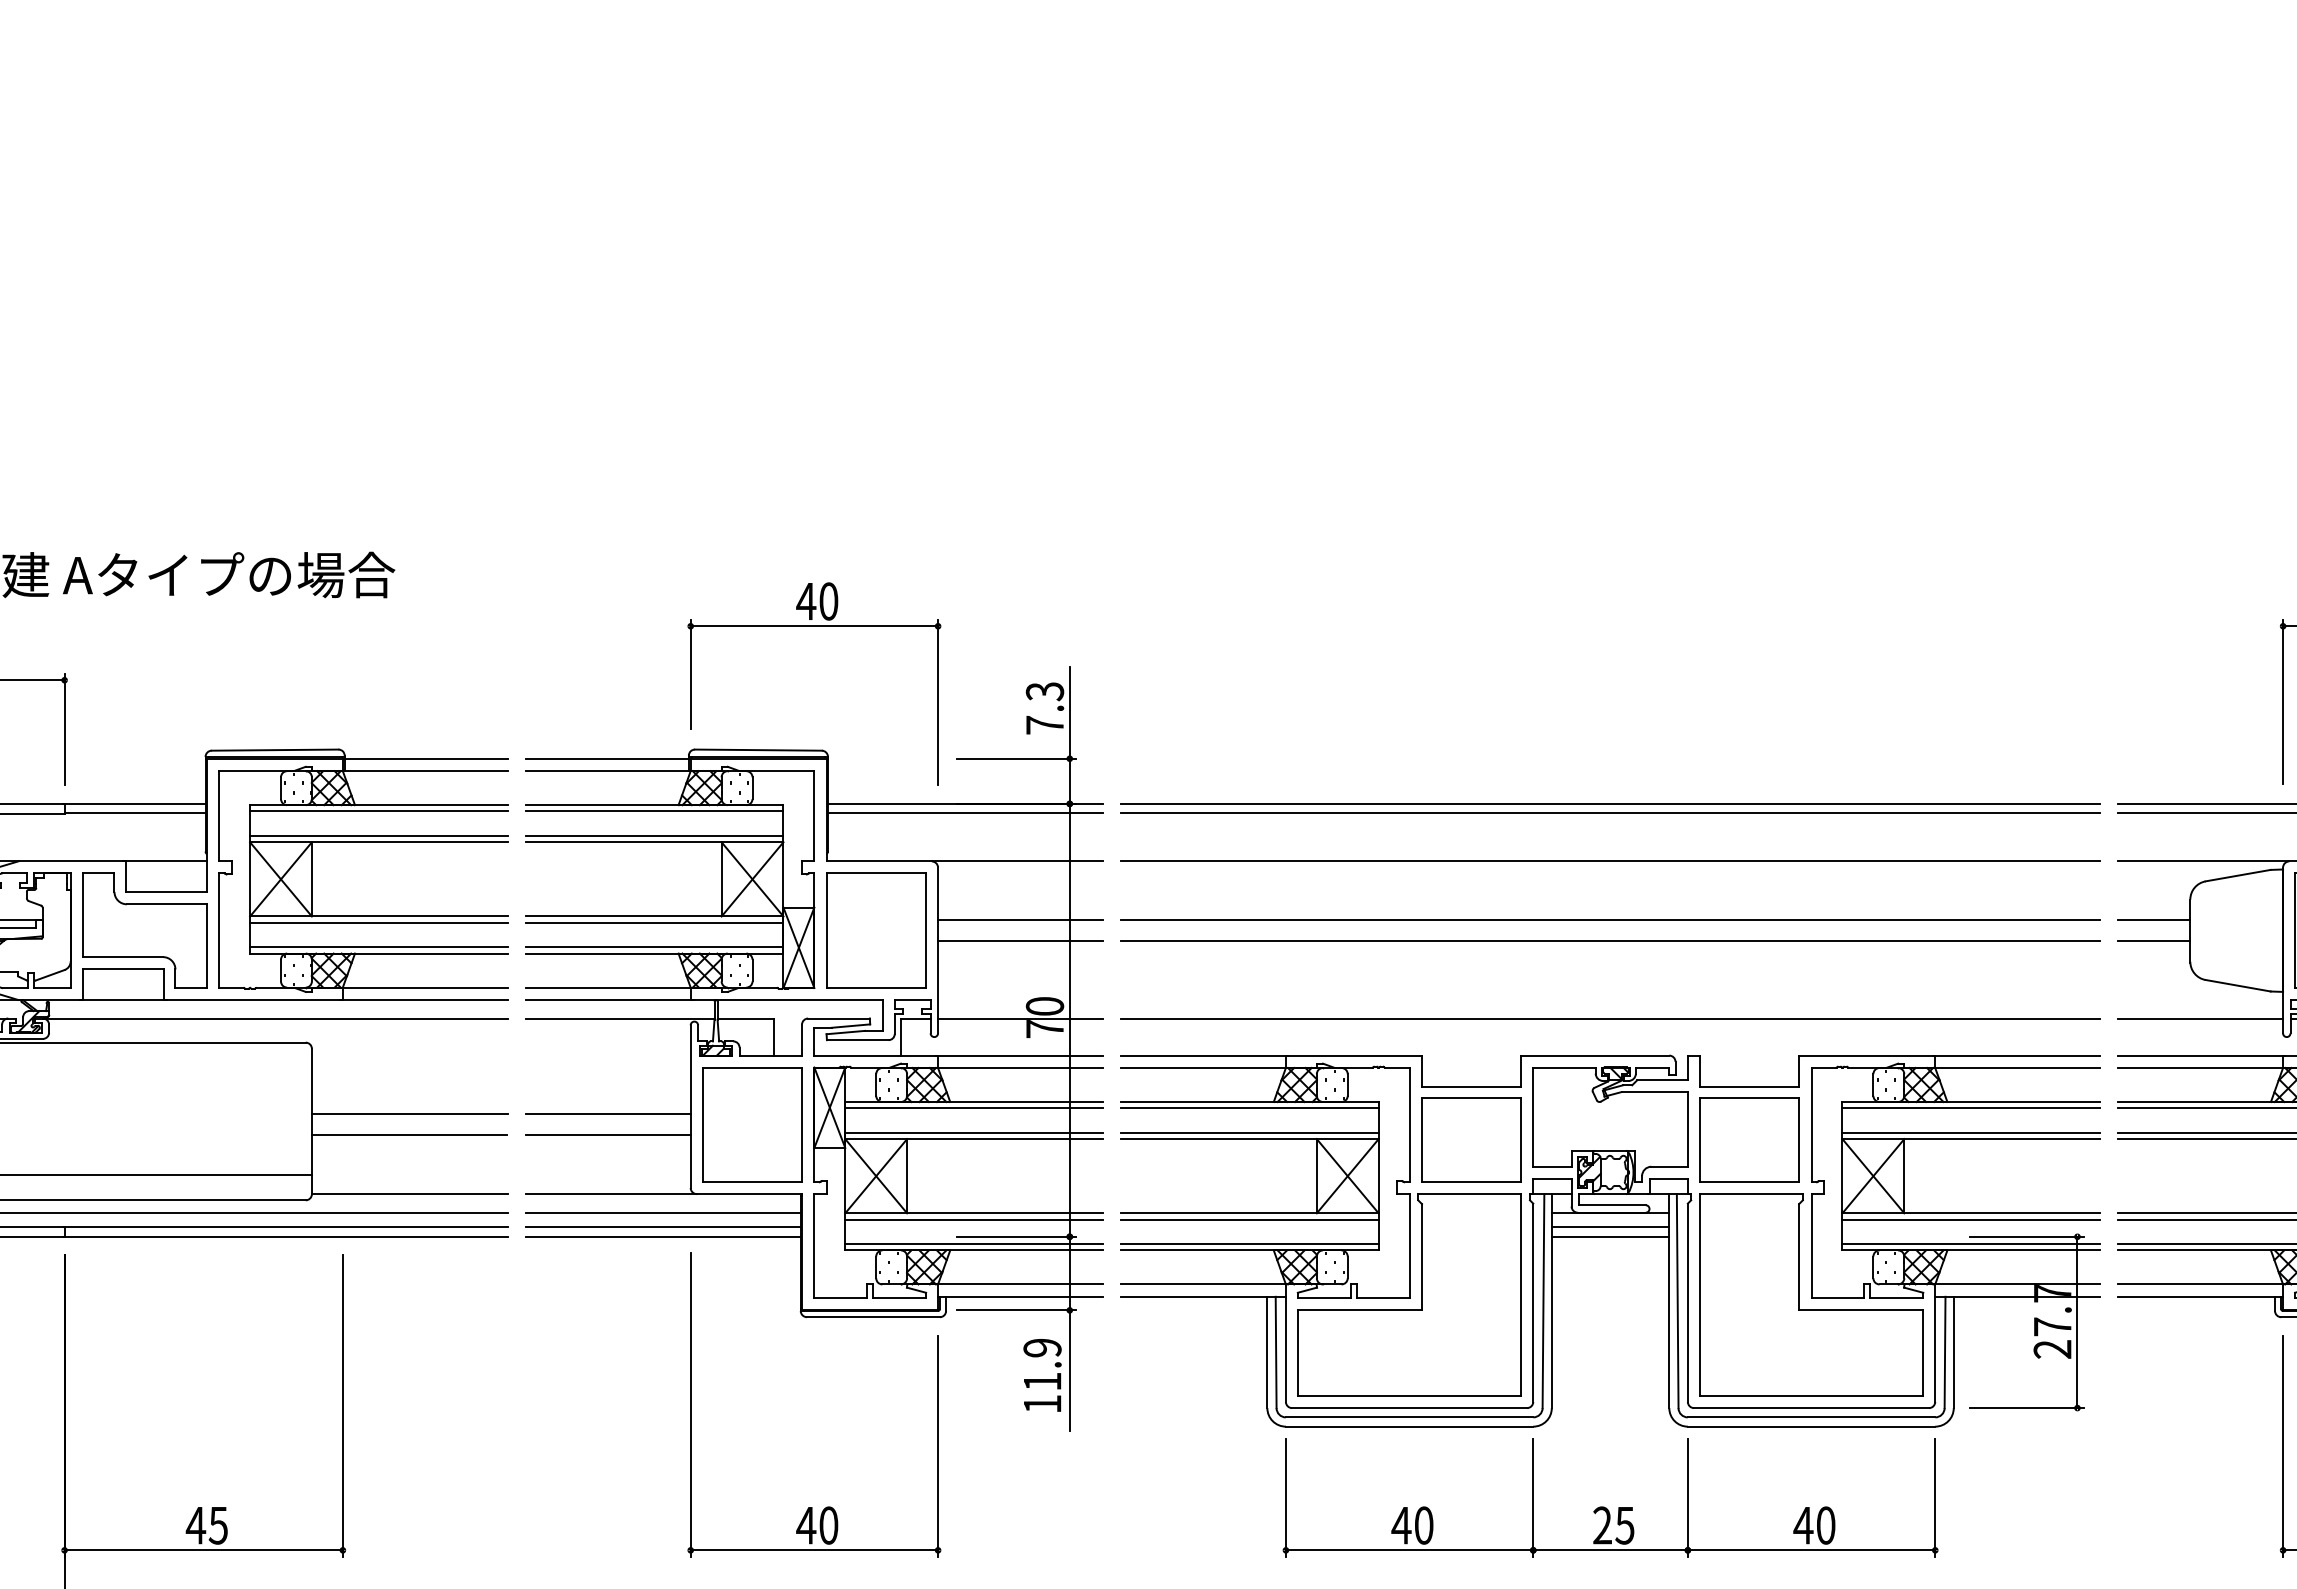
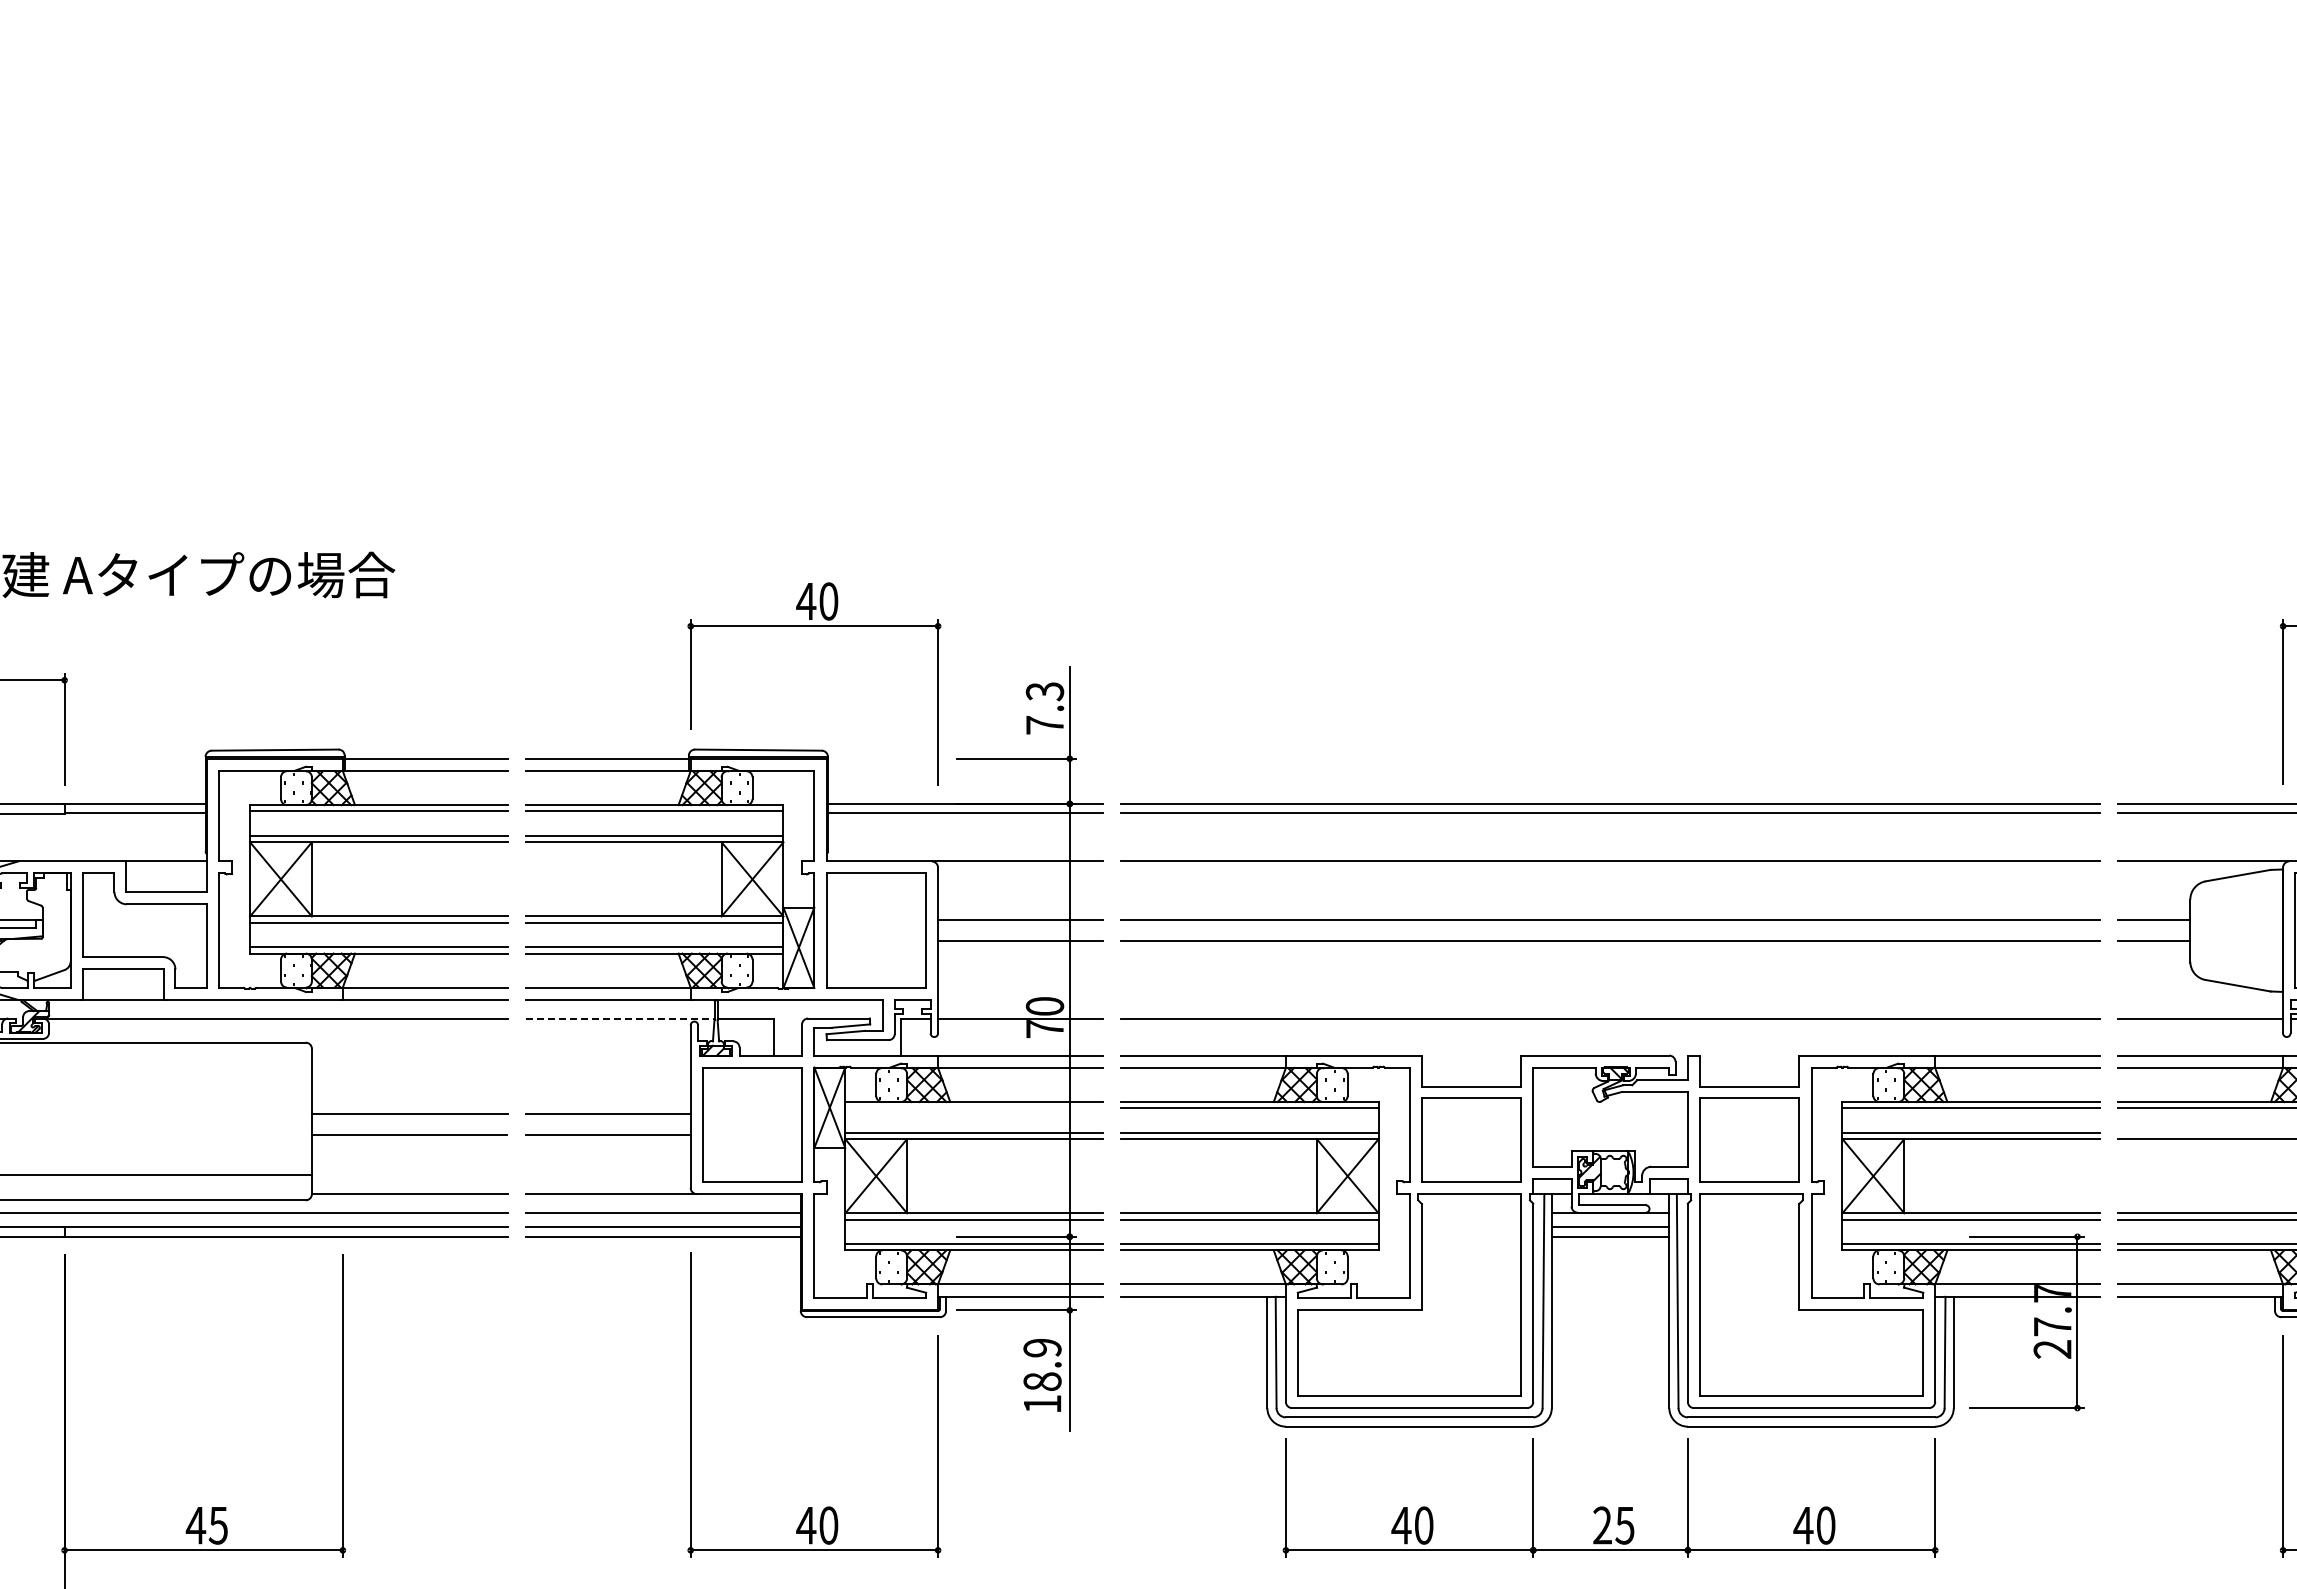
line at (620, 1018): solid -> dashed
line at (973, 1108): present -> none
line at (2205, 1132): present -> none
text at (1042, 1381): 11.9 -> 18.9
